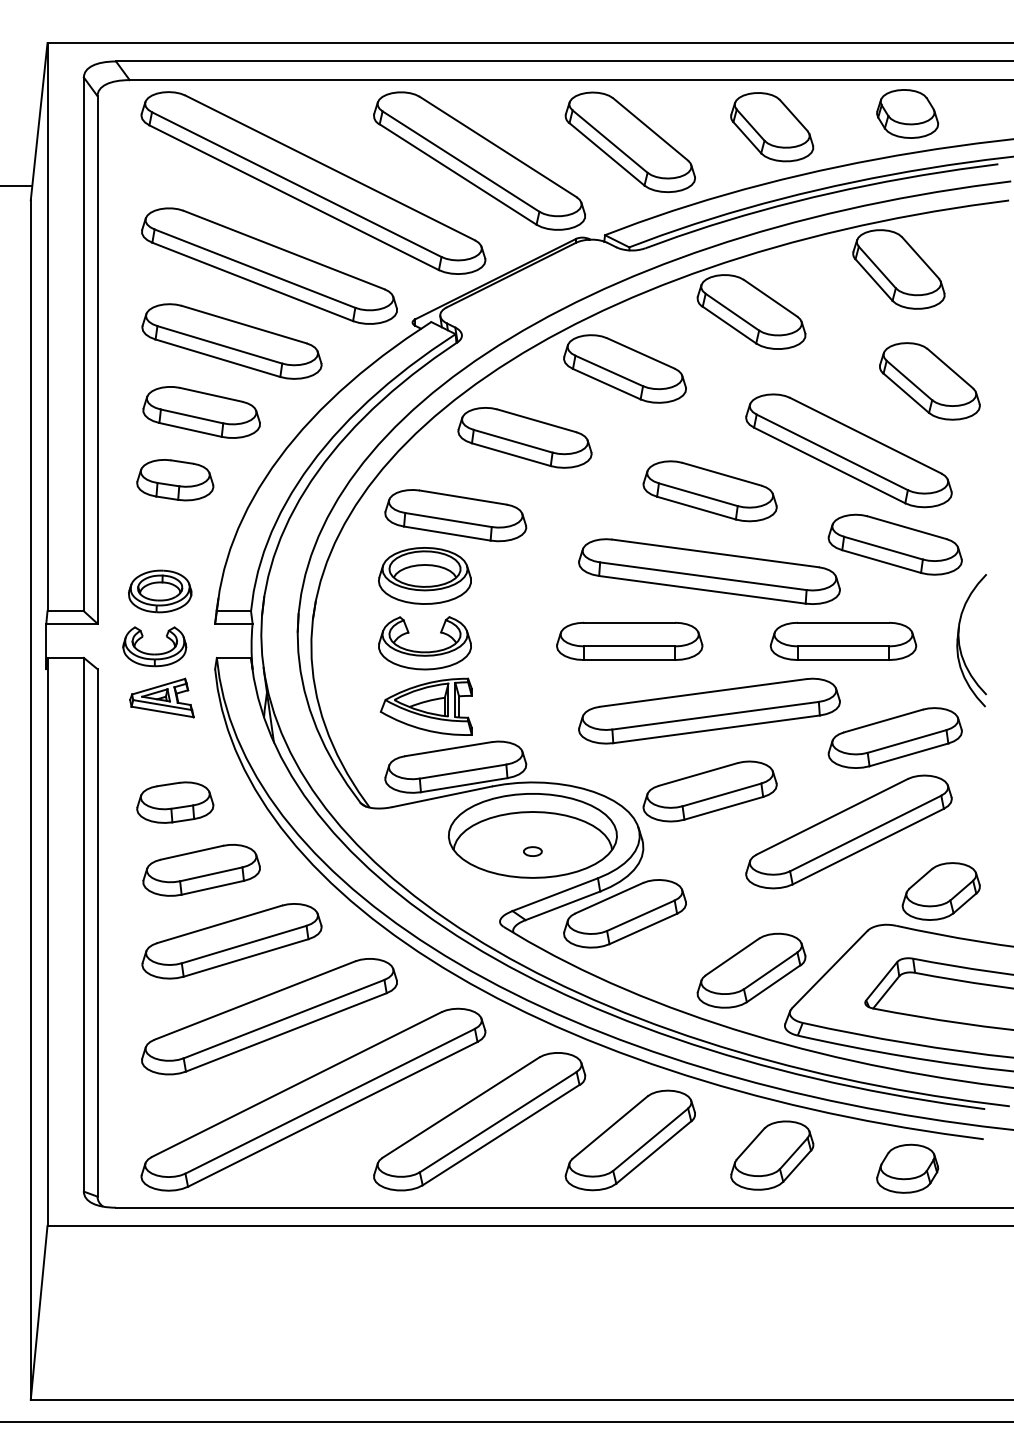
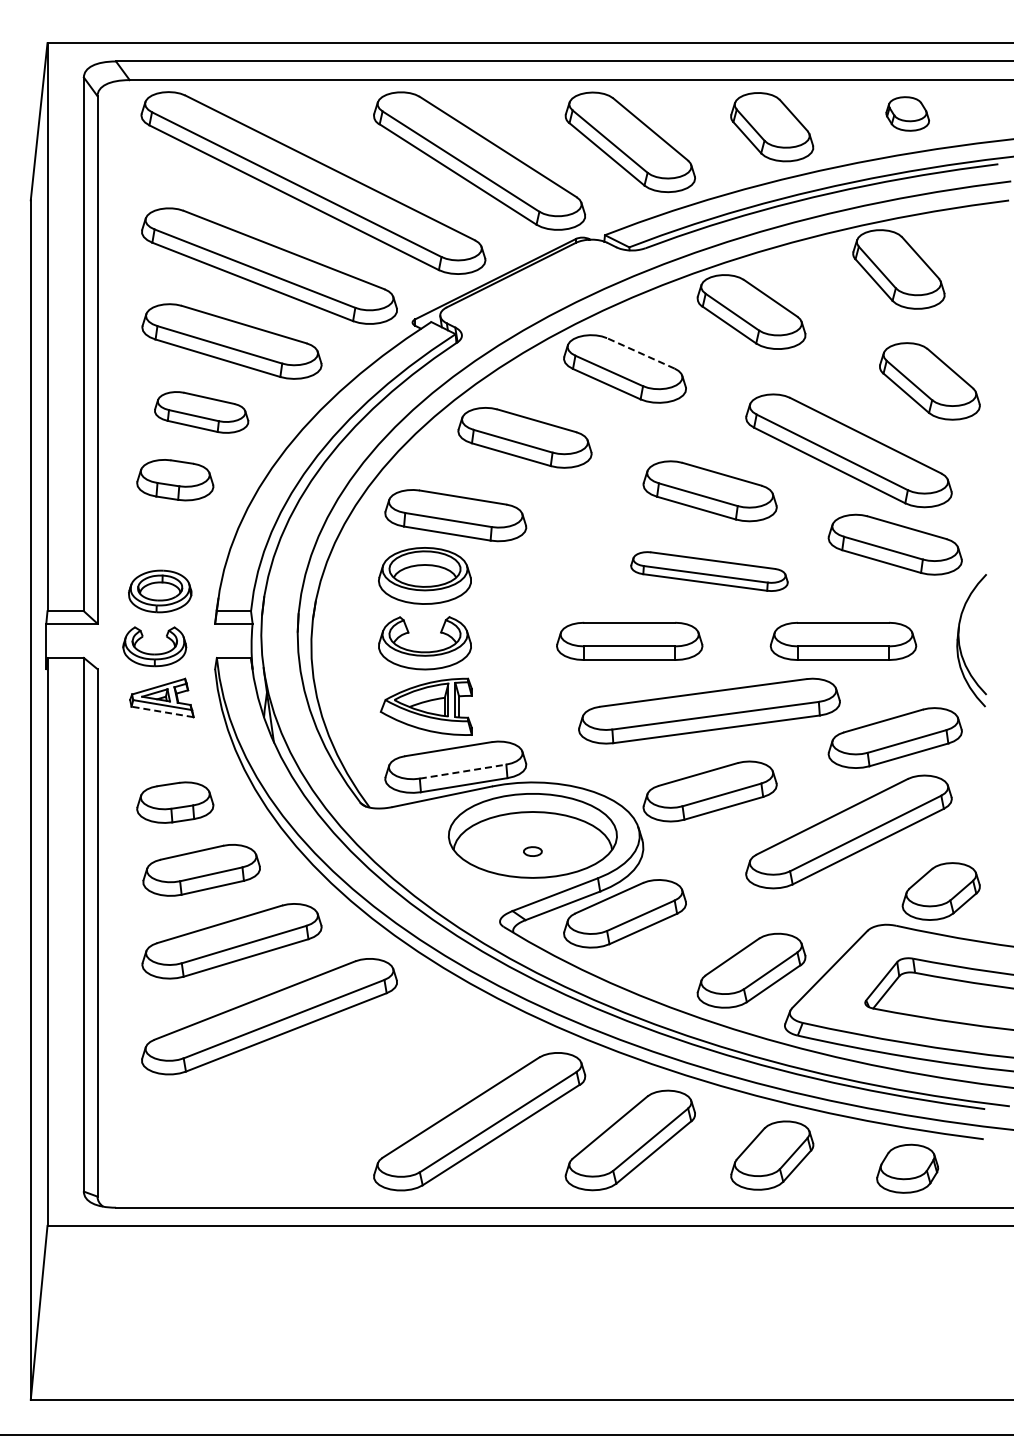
part at (907, 113) size: 64x50 px -> 45x36 px
line at (17, 185): present -> none
line at (640, 353): solid -> dashed
part at (201, 412) size: 119x53 px -> 96x43 px
part at (709, 571) size: 263x67 px -> 159x41 px
line at (162, 711): solid -> dashed
line at (463, 771): solid -> dashed
part at (313, 1099): present -> none
line at (506, 1422) position: (506, 1422) -> (506, 1435)
